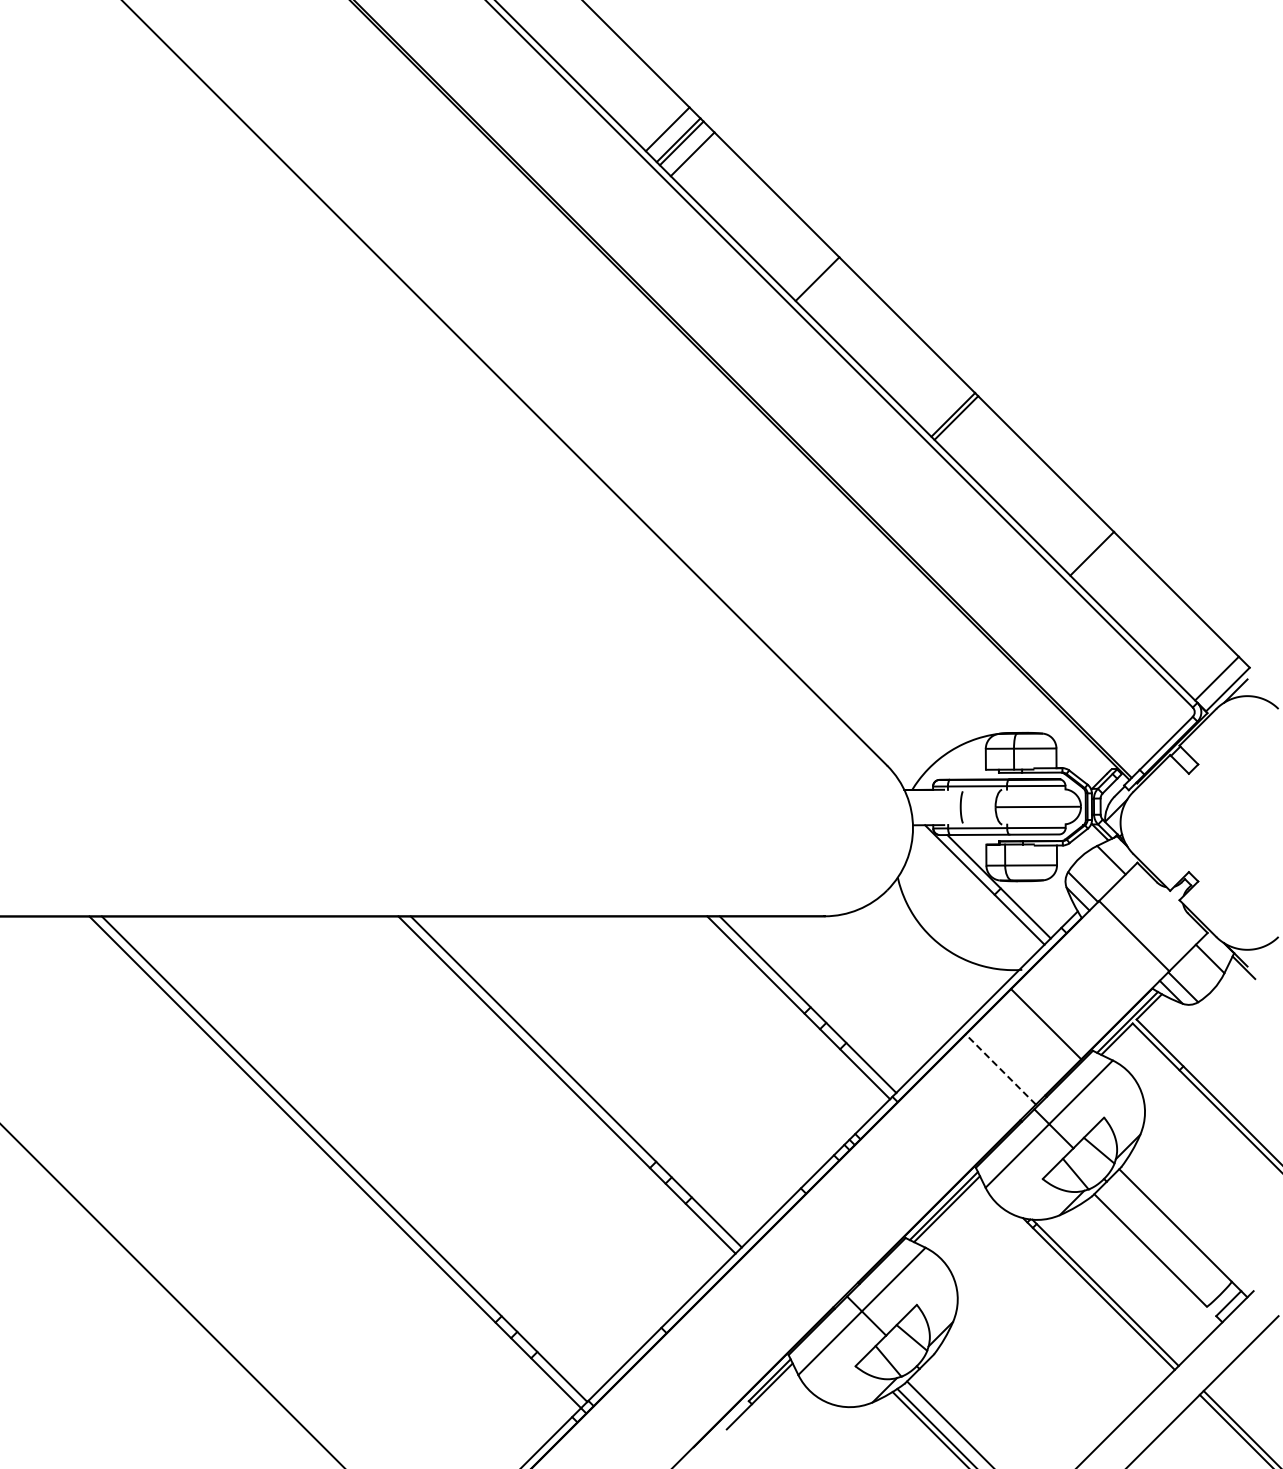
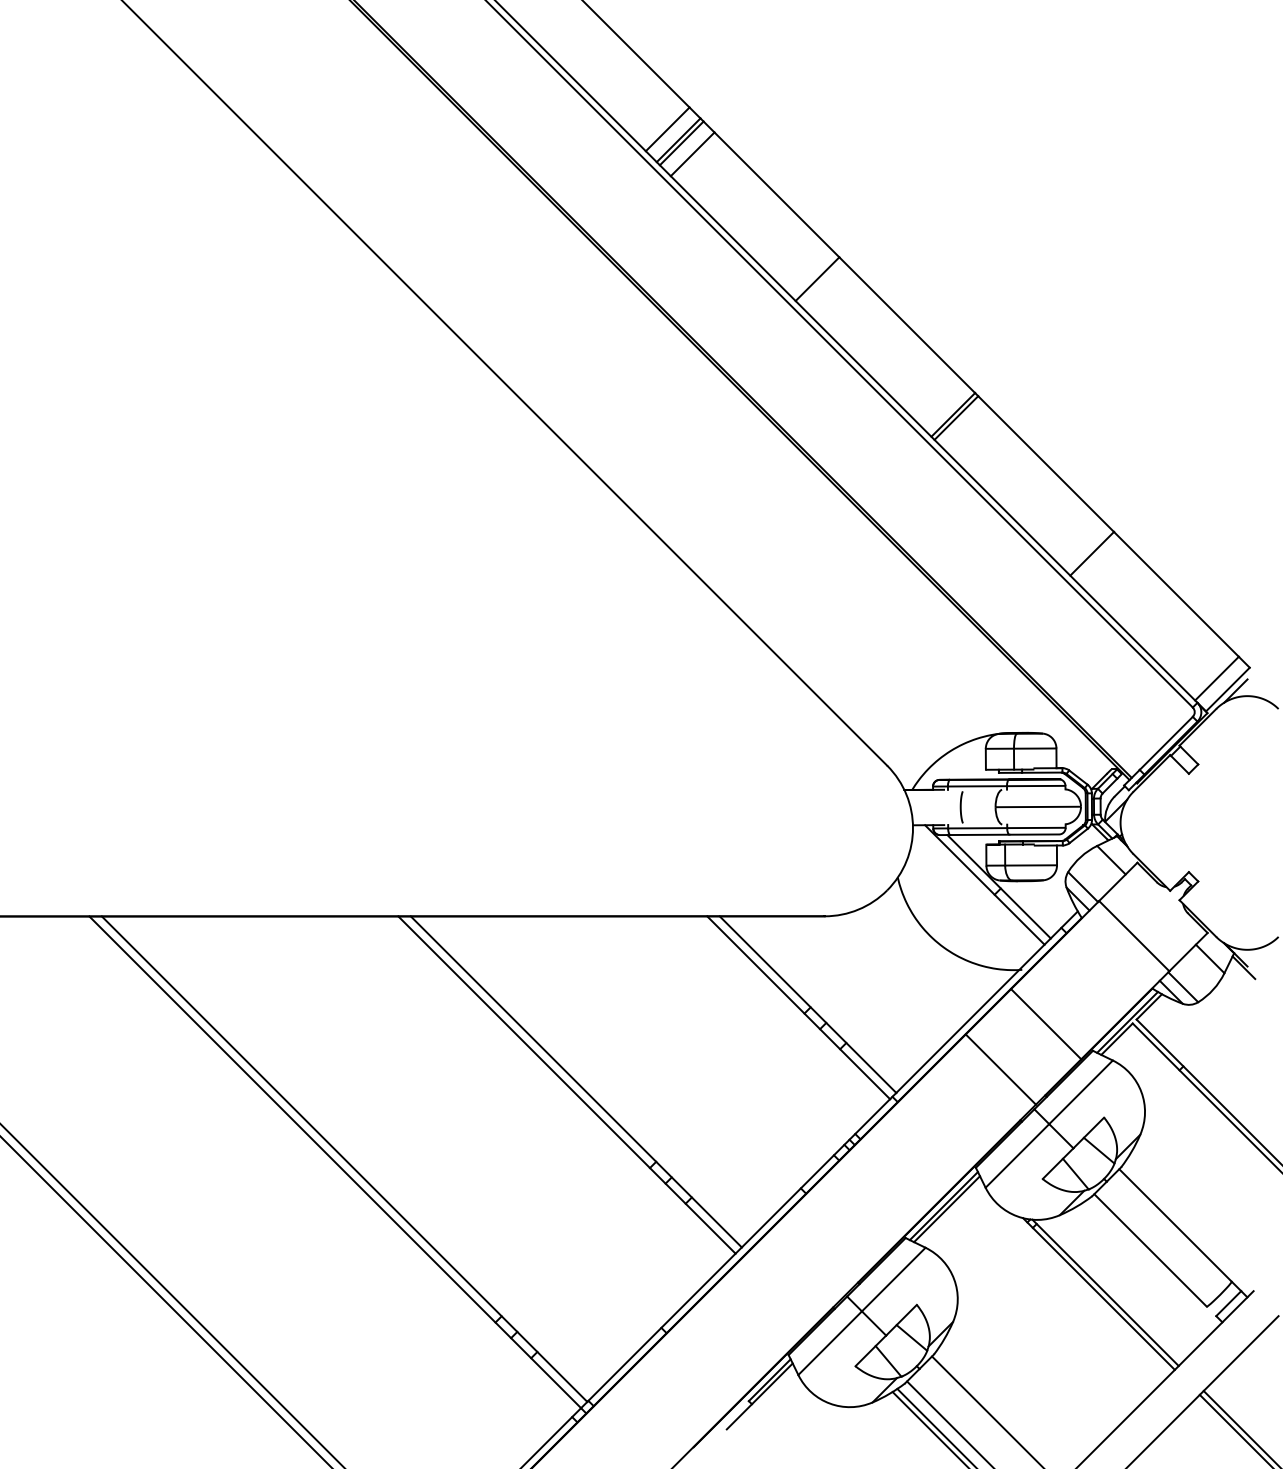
line at (1000, 1069): dashed -> solid
line at (165, 1301): none -> present
line at (986, 1410): none -> present
